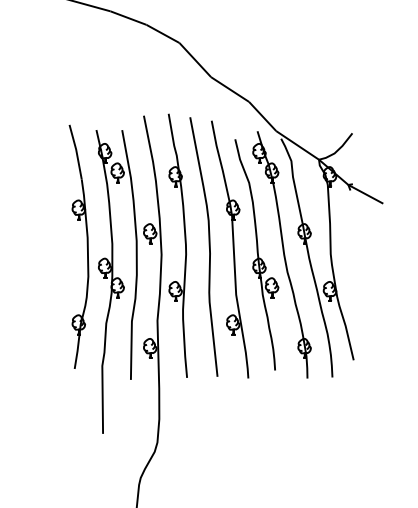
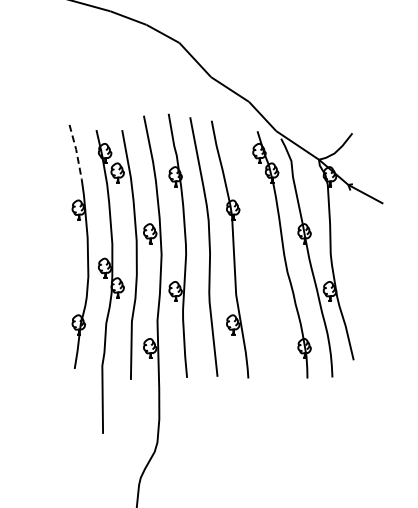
line at (76, 151): solid -> dashed
part at (256, 254): present -> none
